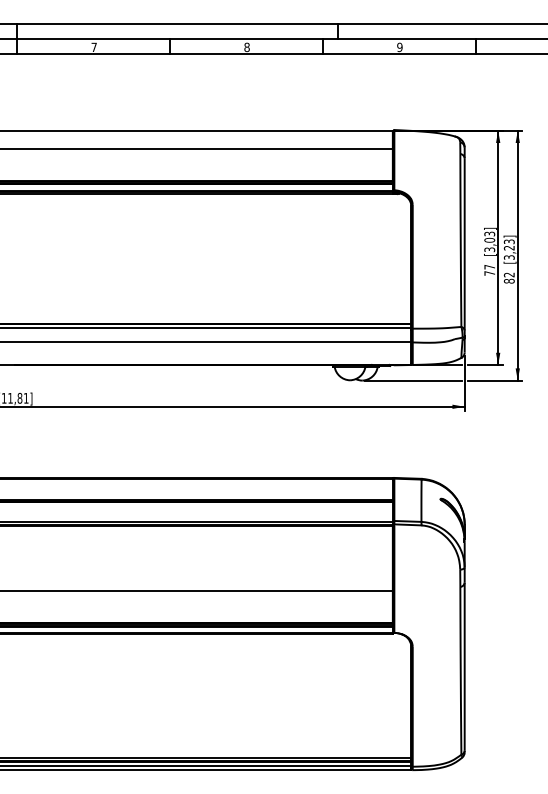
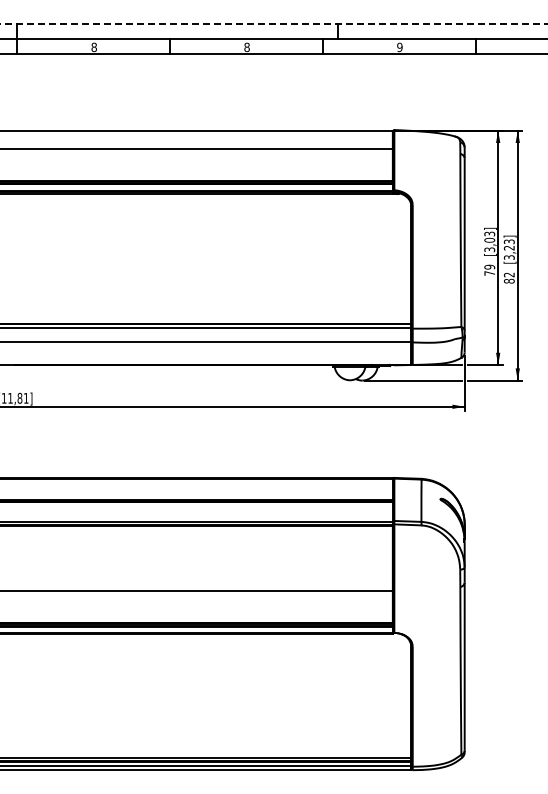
line at (273, 23): solid -> dashed
text at (93, 47): 7 -> 8
text at (489, 266): 77 -> 79
